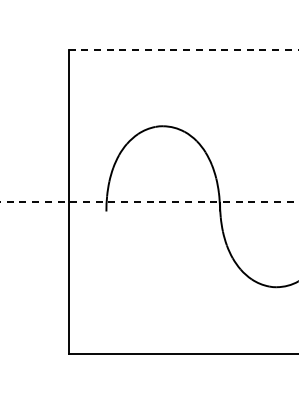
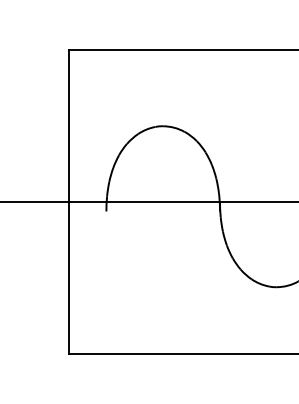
line at (184, 50): dashed -> solid
line at (150, 201): dashed -> solid
